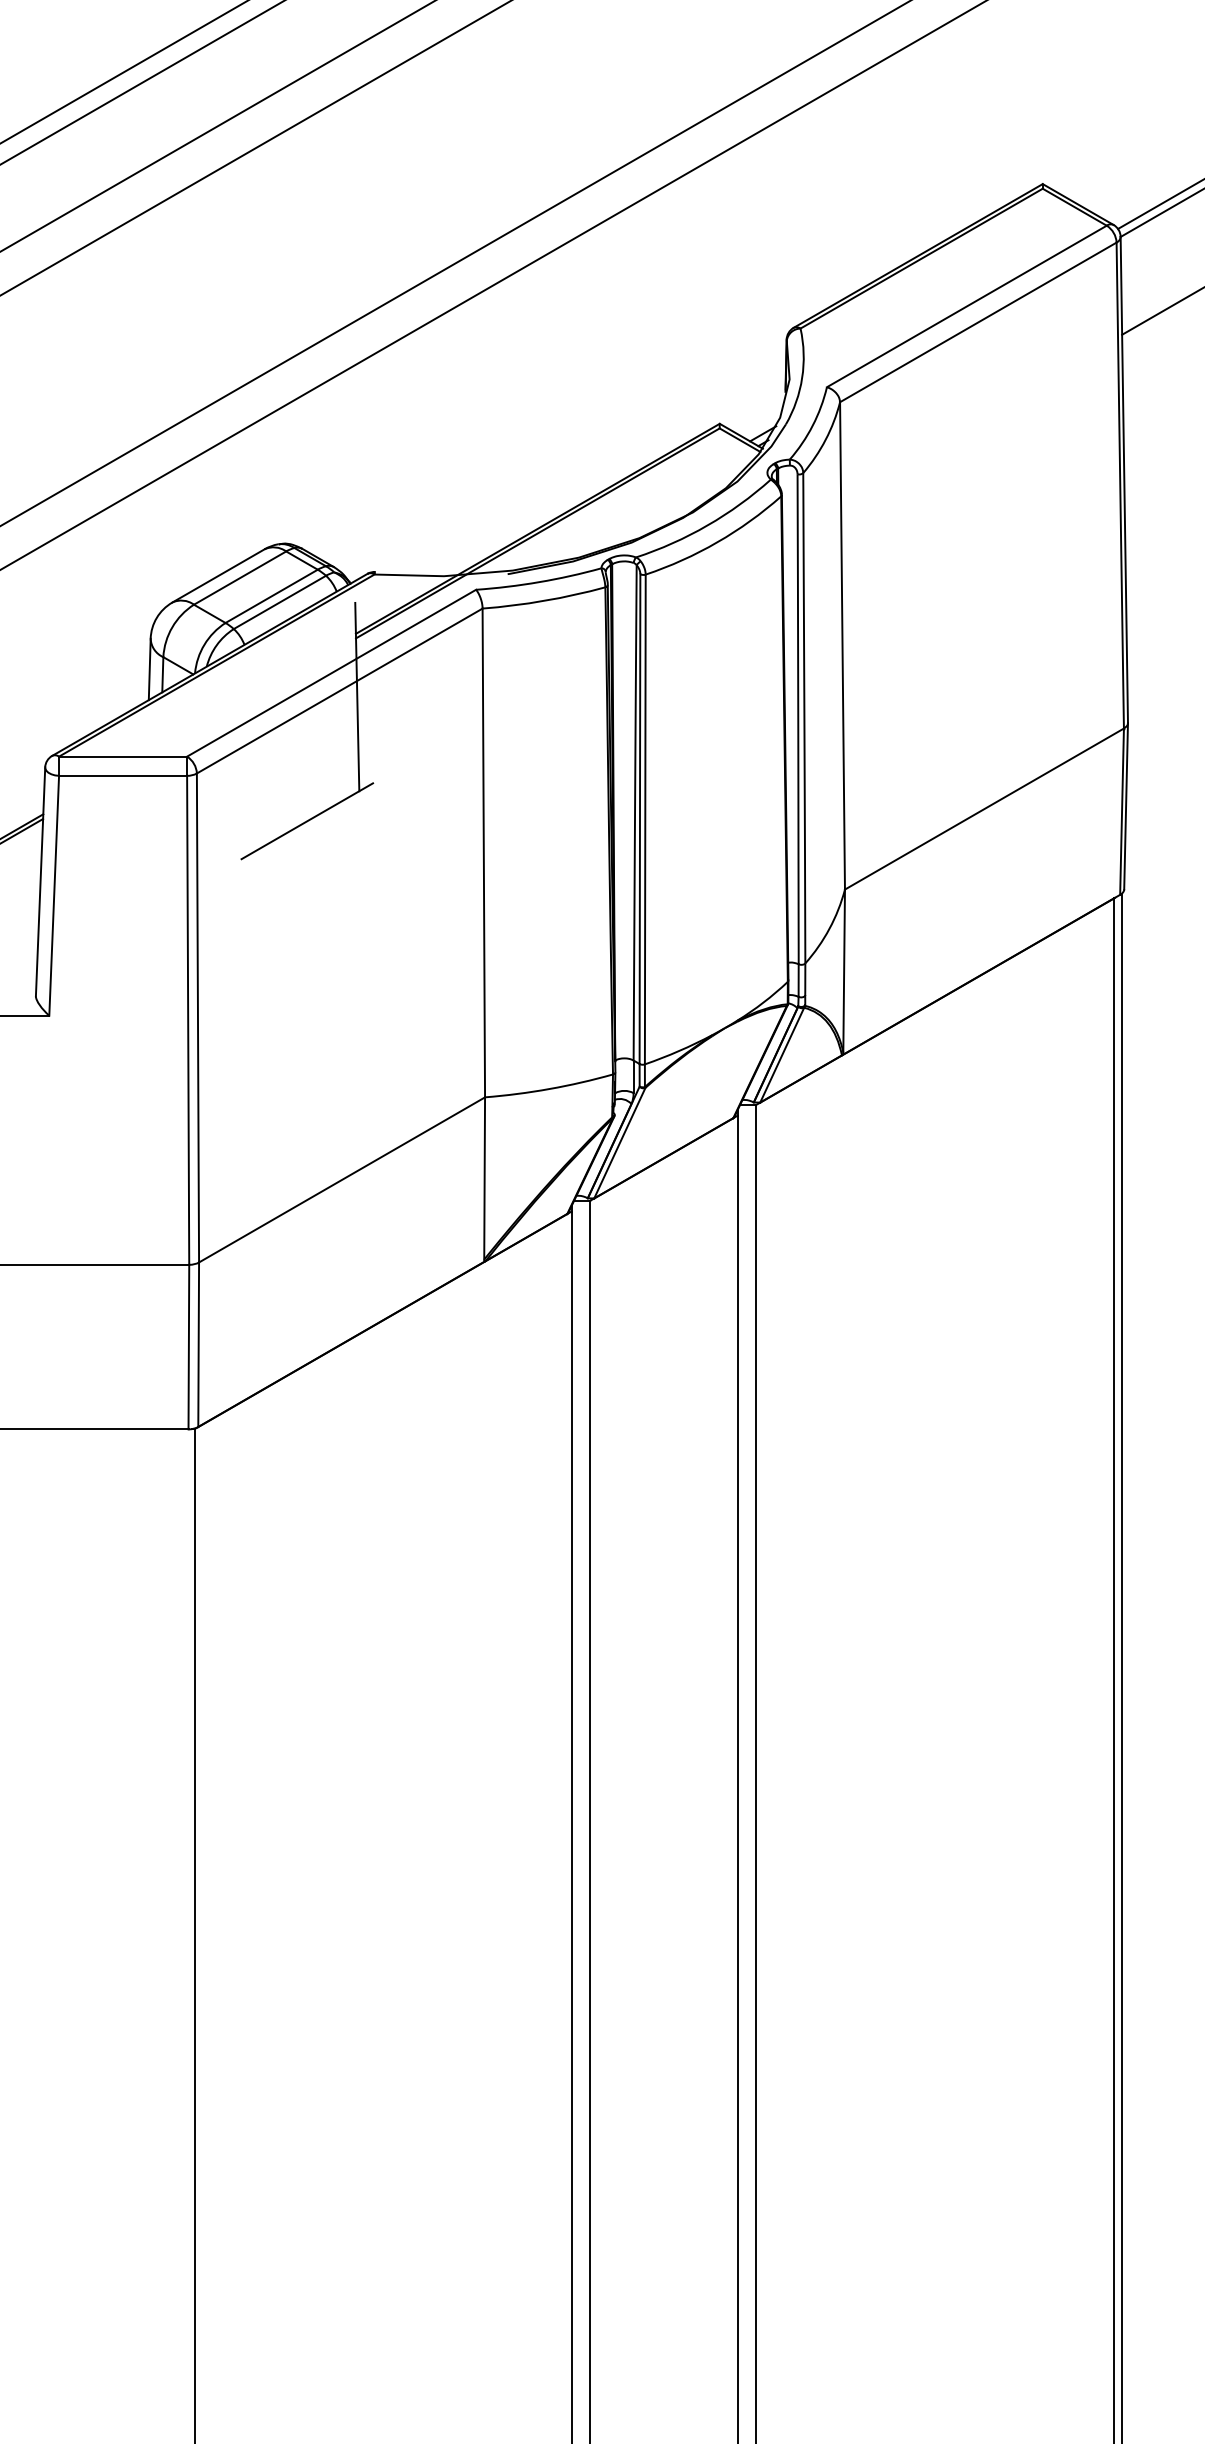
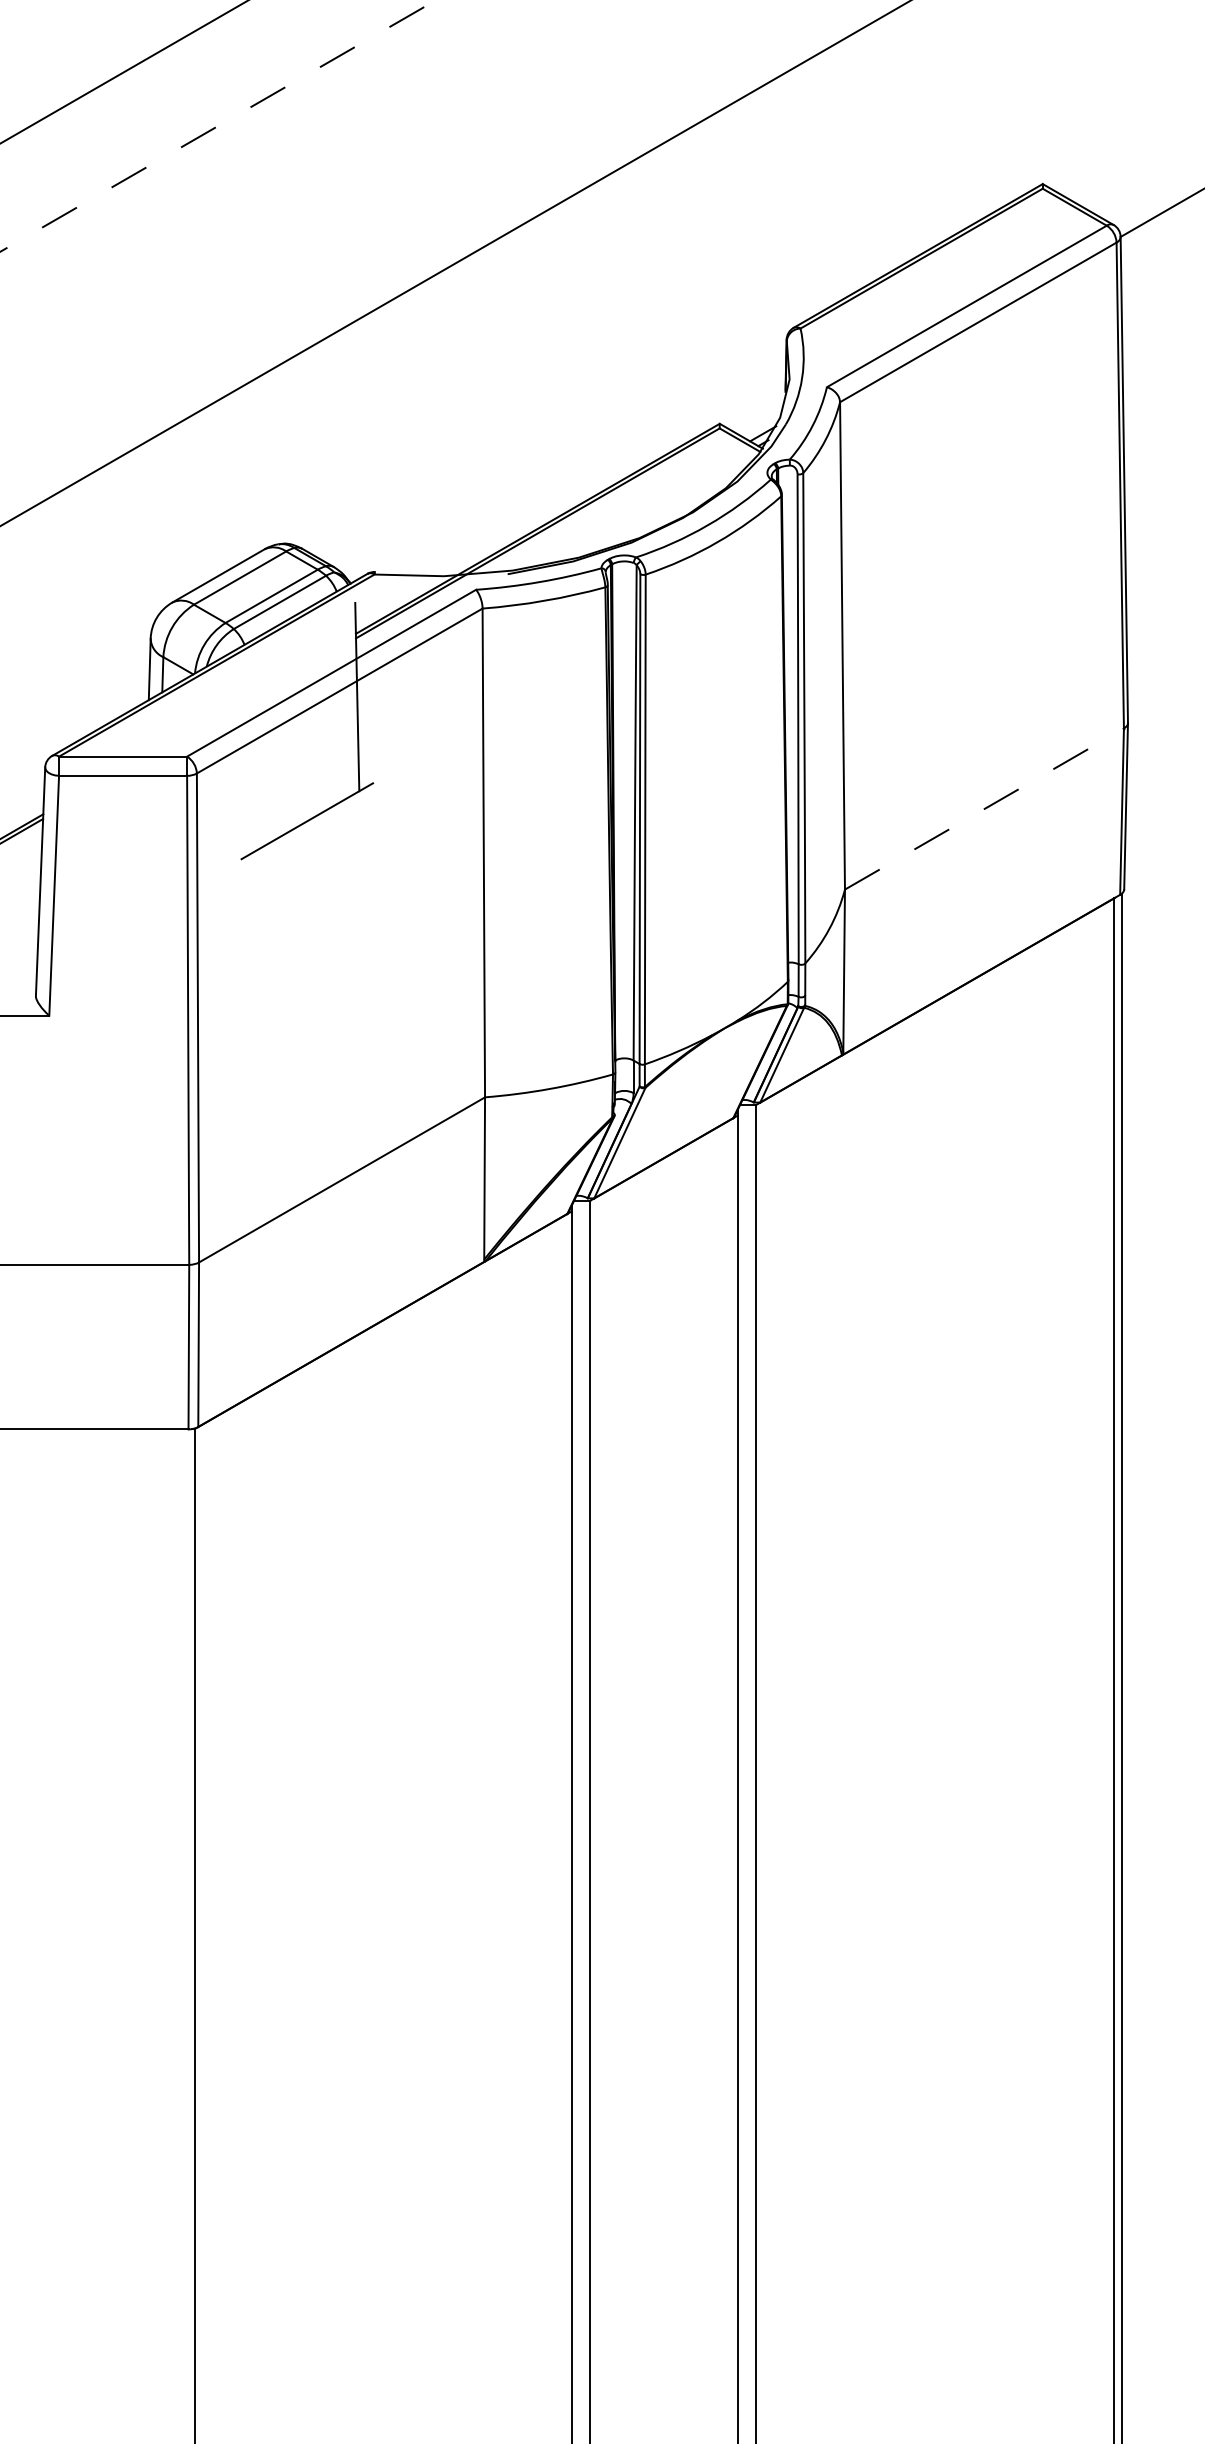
line at (141, 82): present -> none
line at (218, 125): solid -> dashed
line at (255, 148): present -> none
line at (1159, 204): present -> none
line at (492, 285): present -> none
line at (1161, 311): present -> none
line at (984, 808): solid -> dashed
